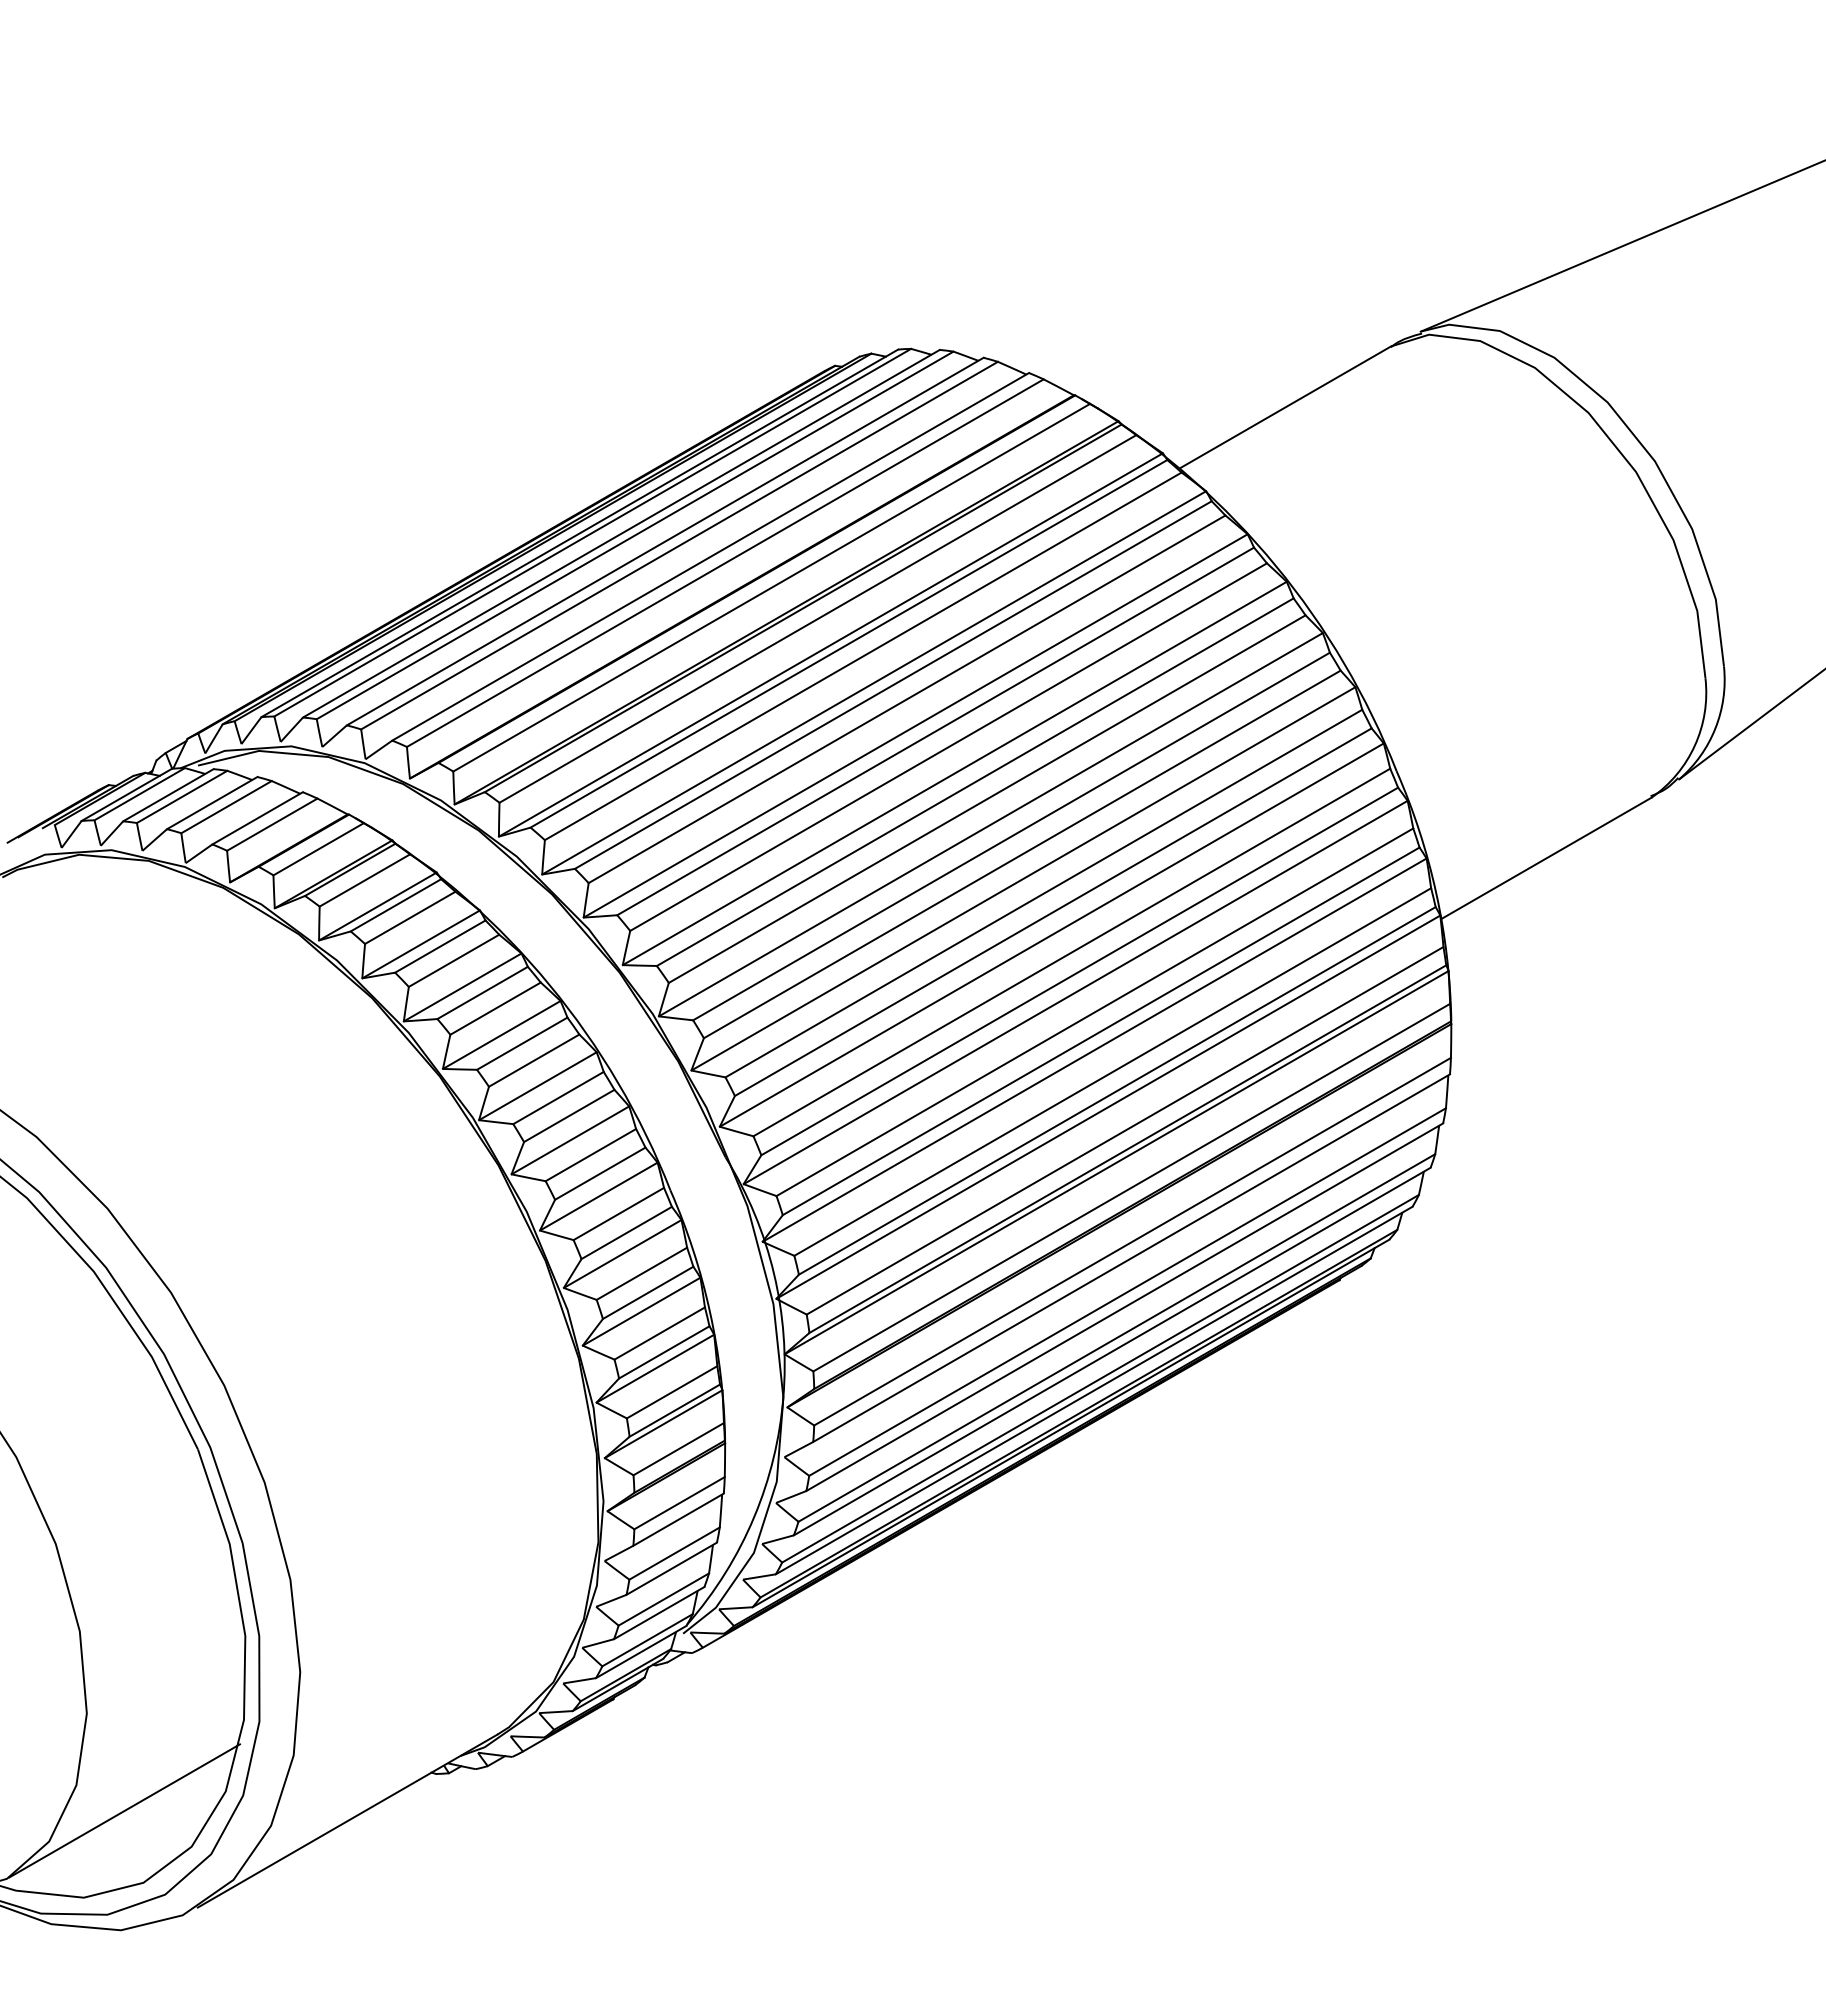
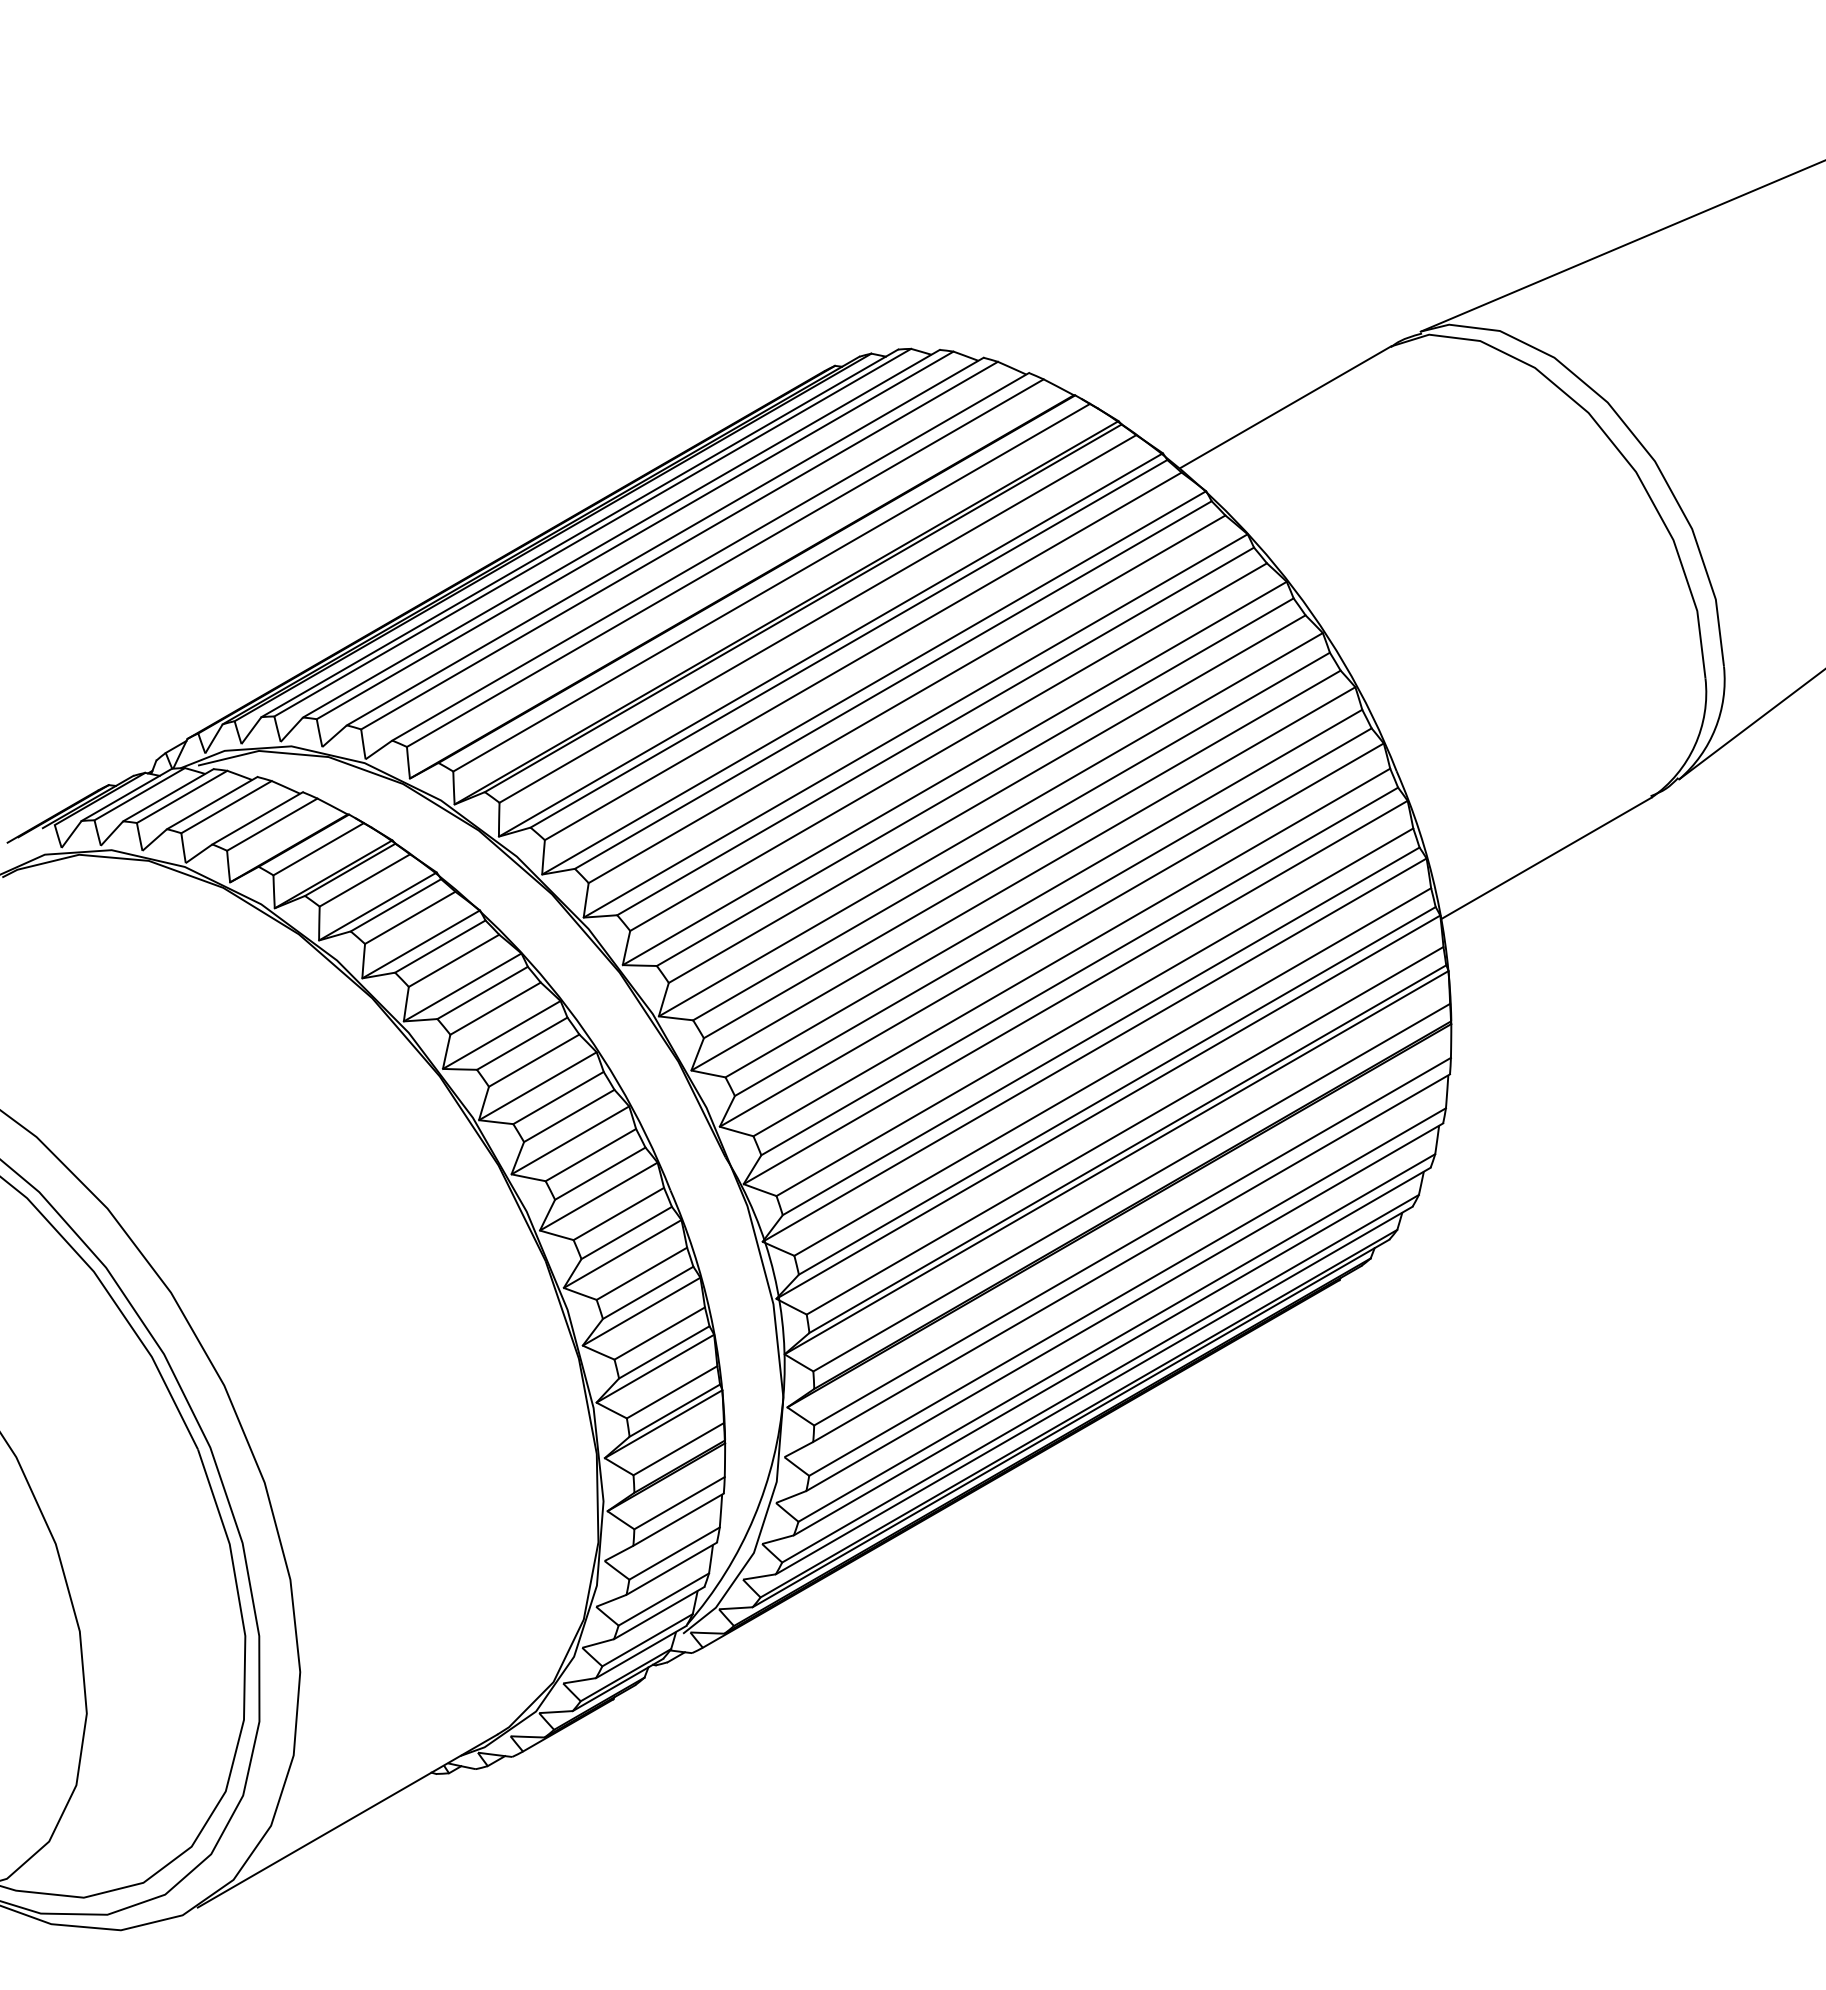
line at (124, 1810): present -> none
